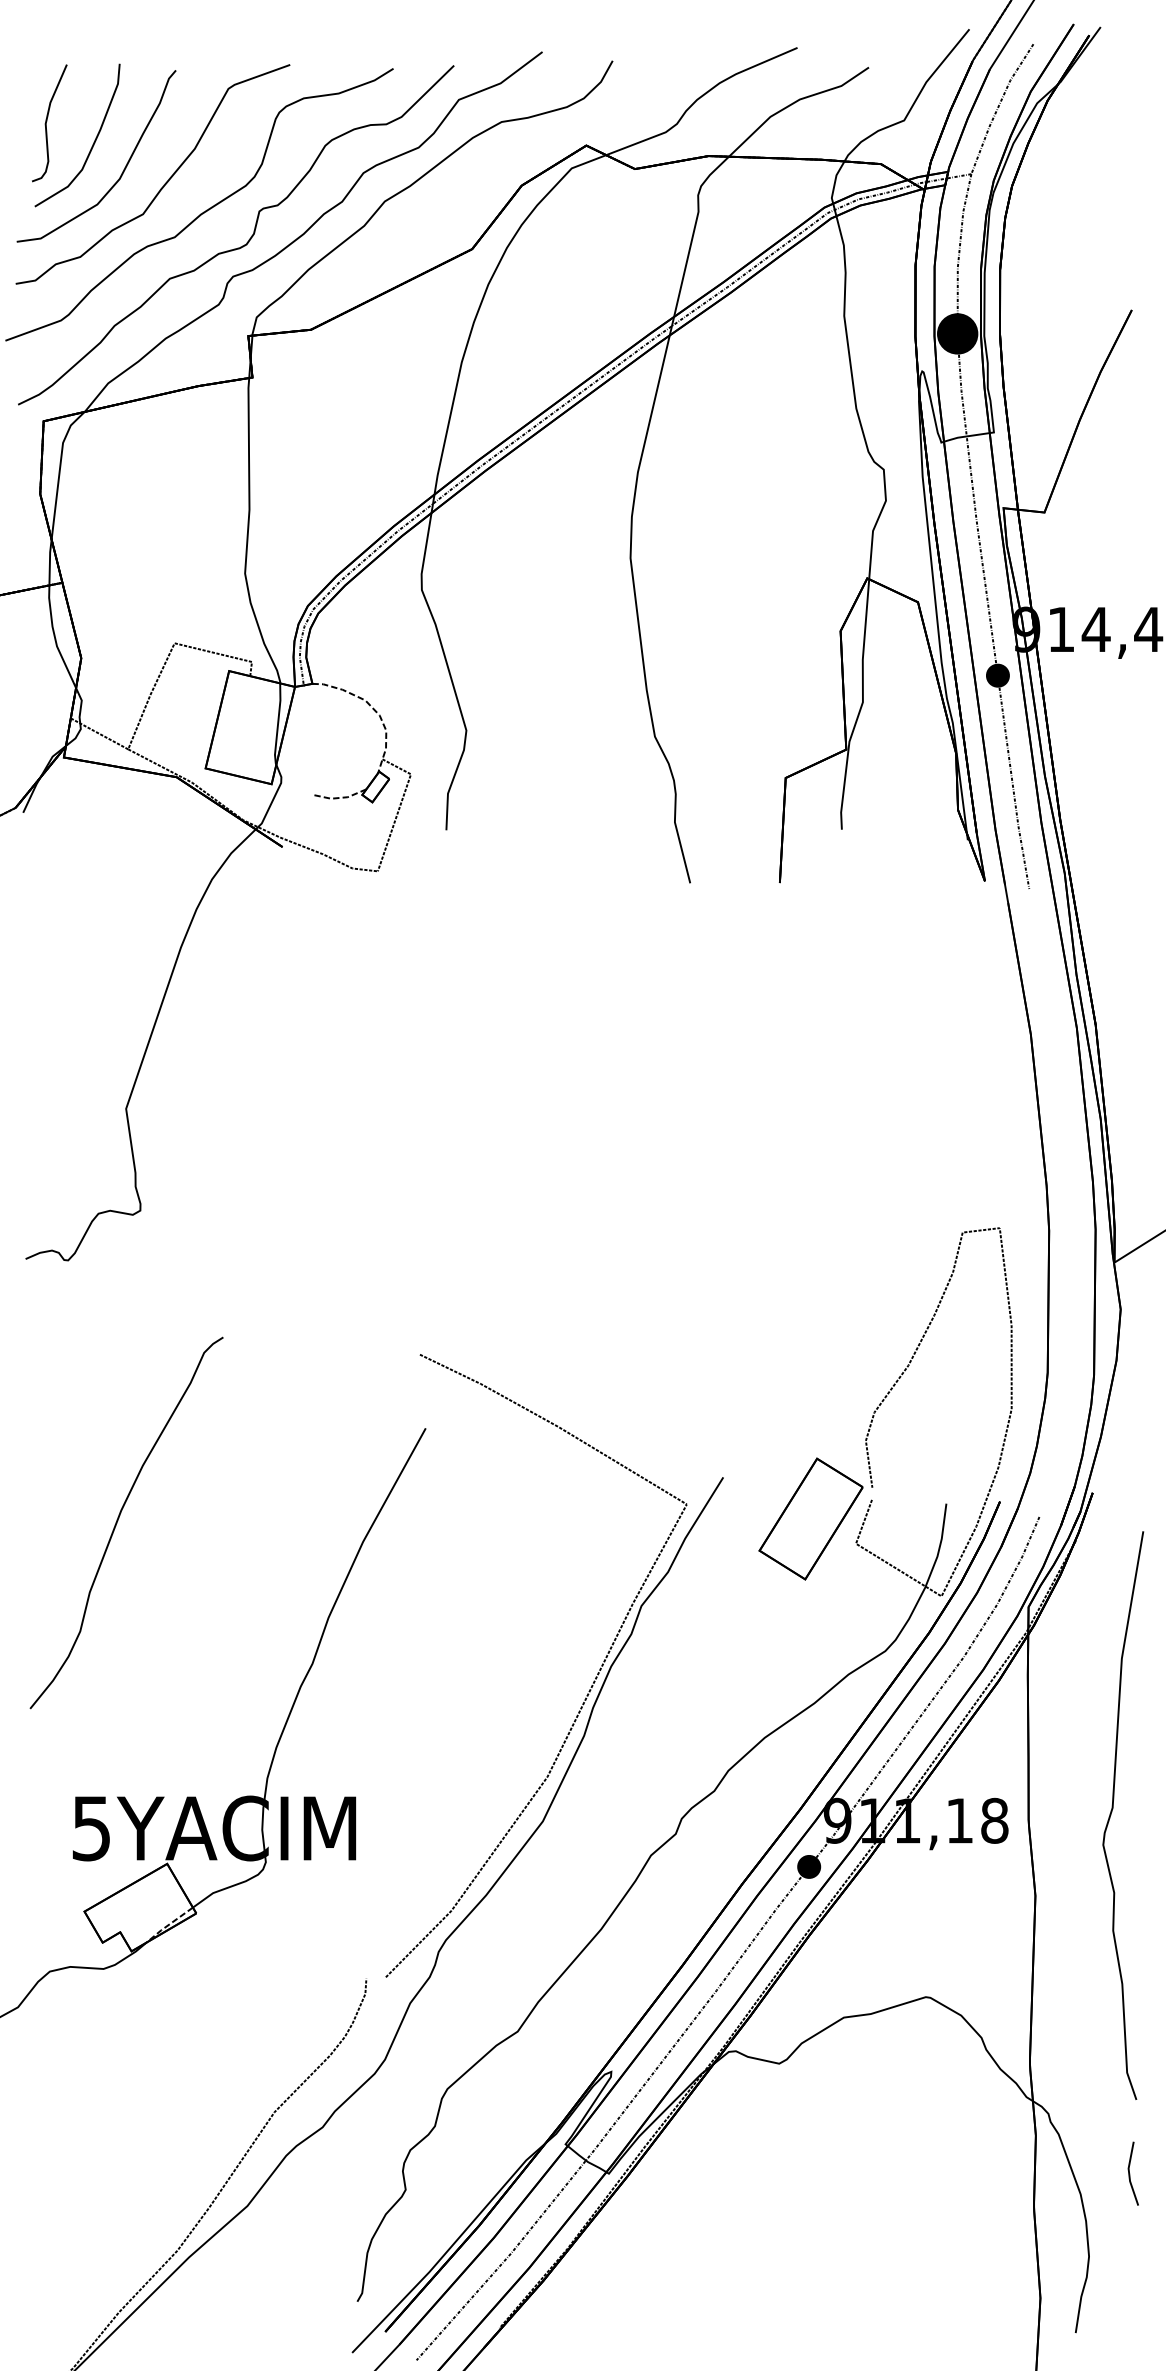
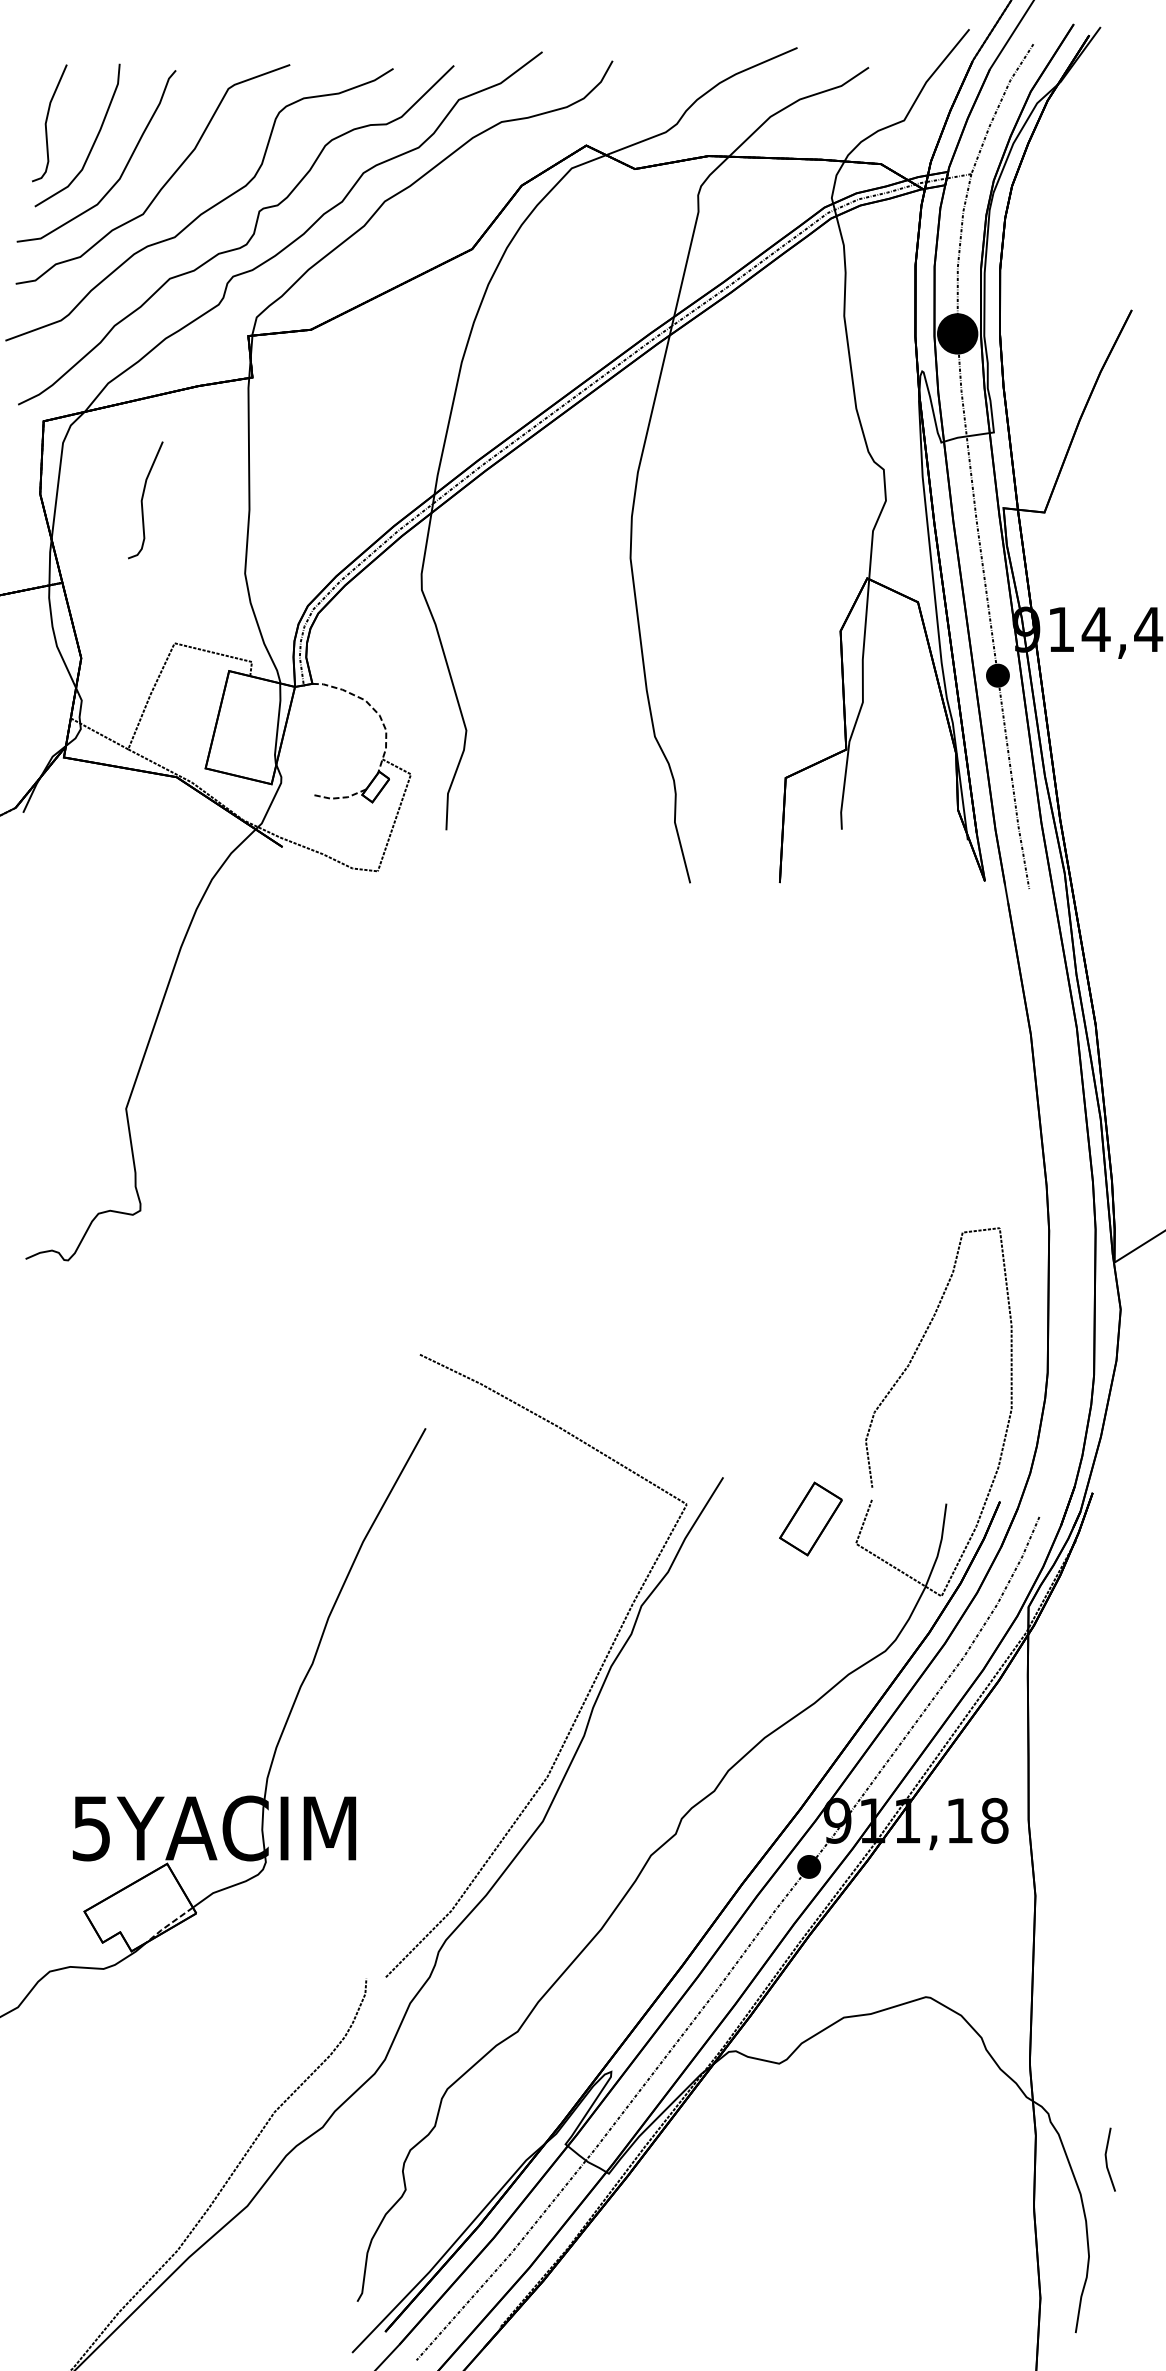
curve at (143, 498): none -> present
curve at (119, 1518): present -> none
part at (810, 1518) size: 106x124 px -> 64x76 px
curve at (1112, 1812): present -> none
line at (1130, 2173) position: (1130, 2173) -> (1107, 2159)
